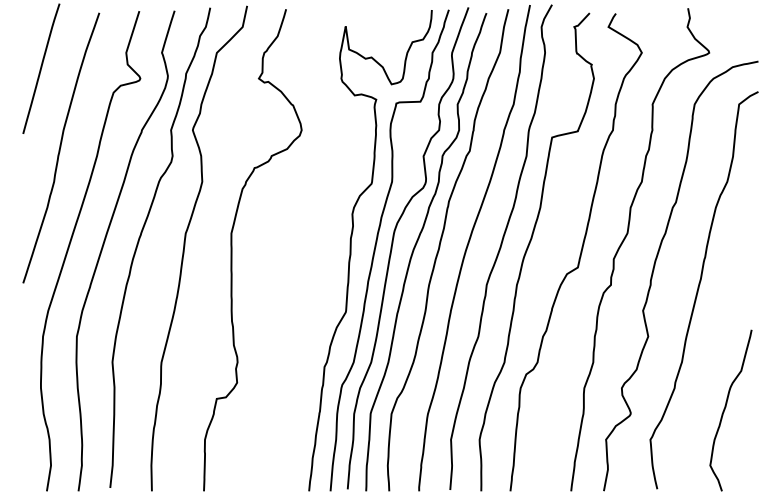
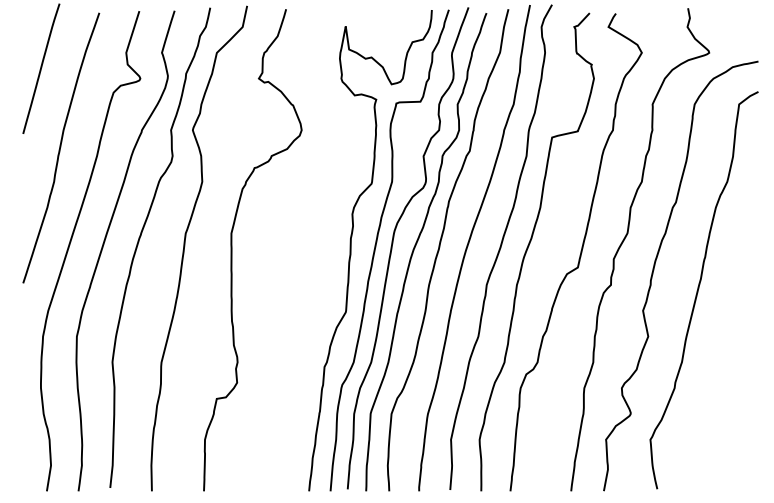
curve at (726, 407): present -> none
